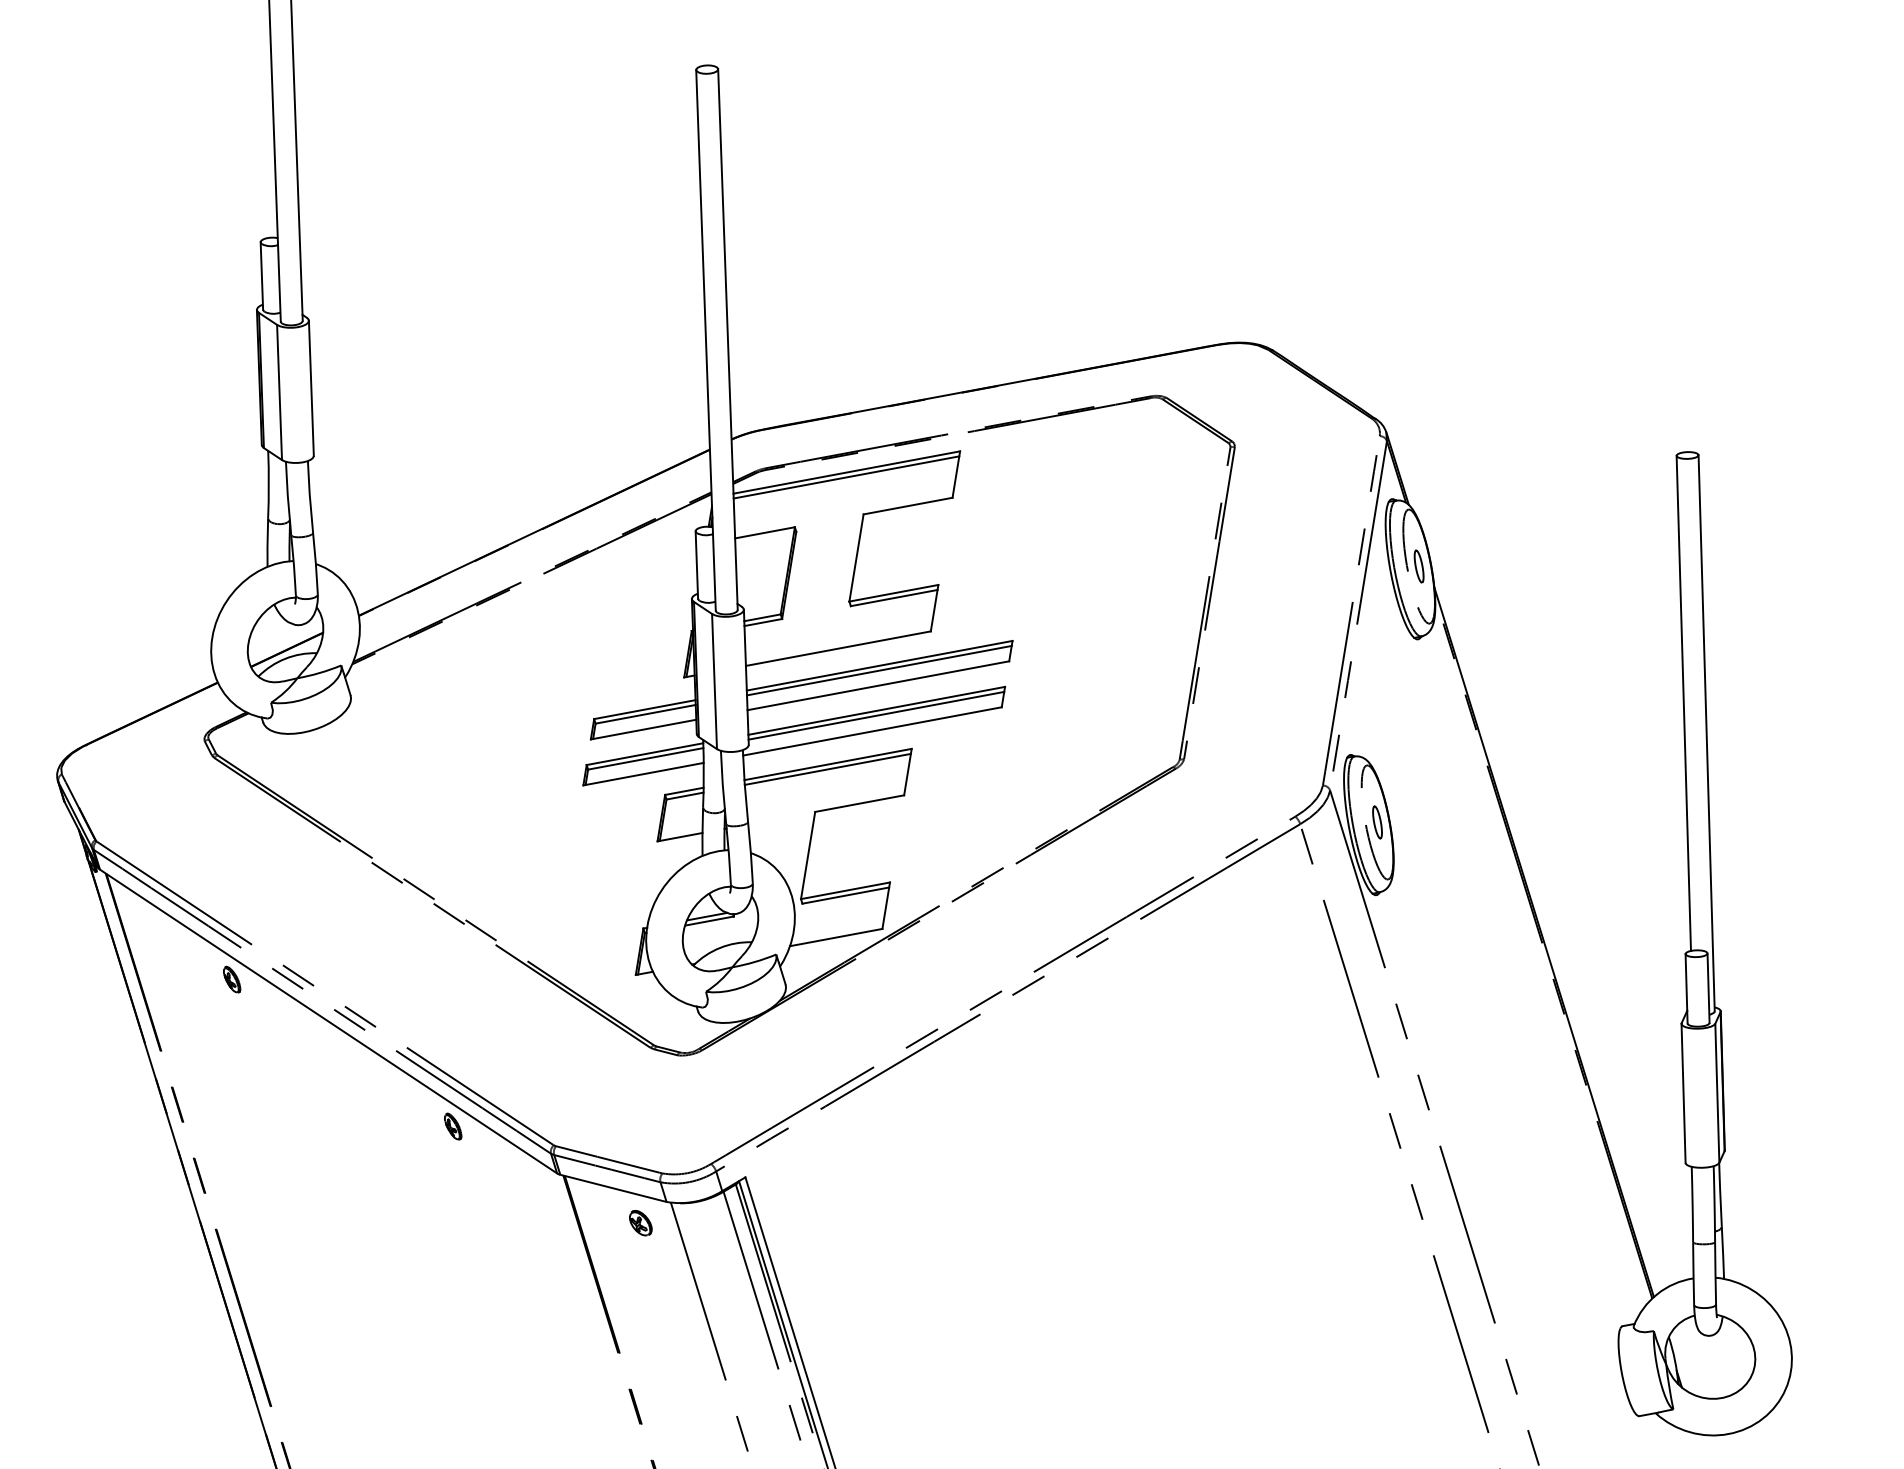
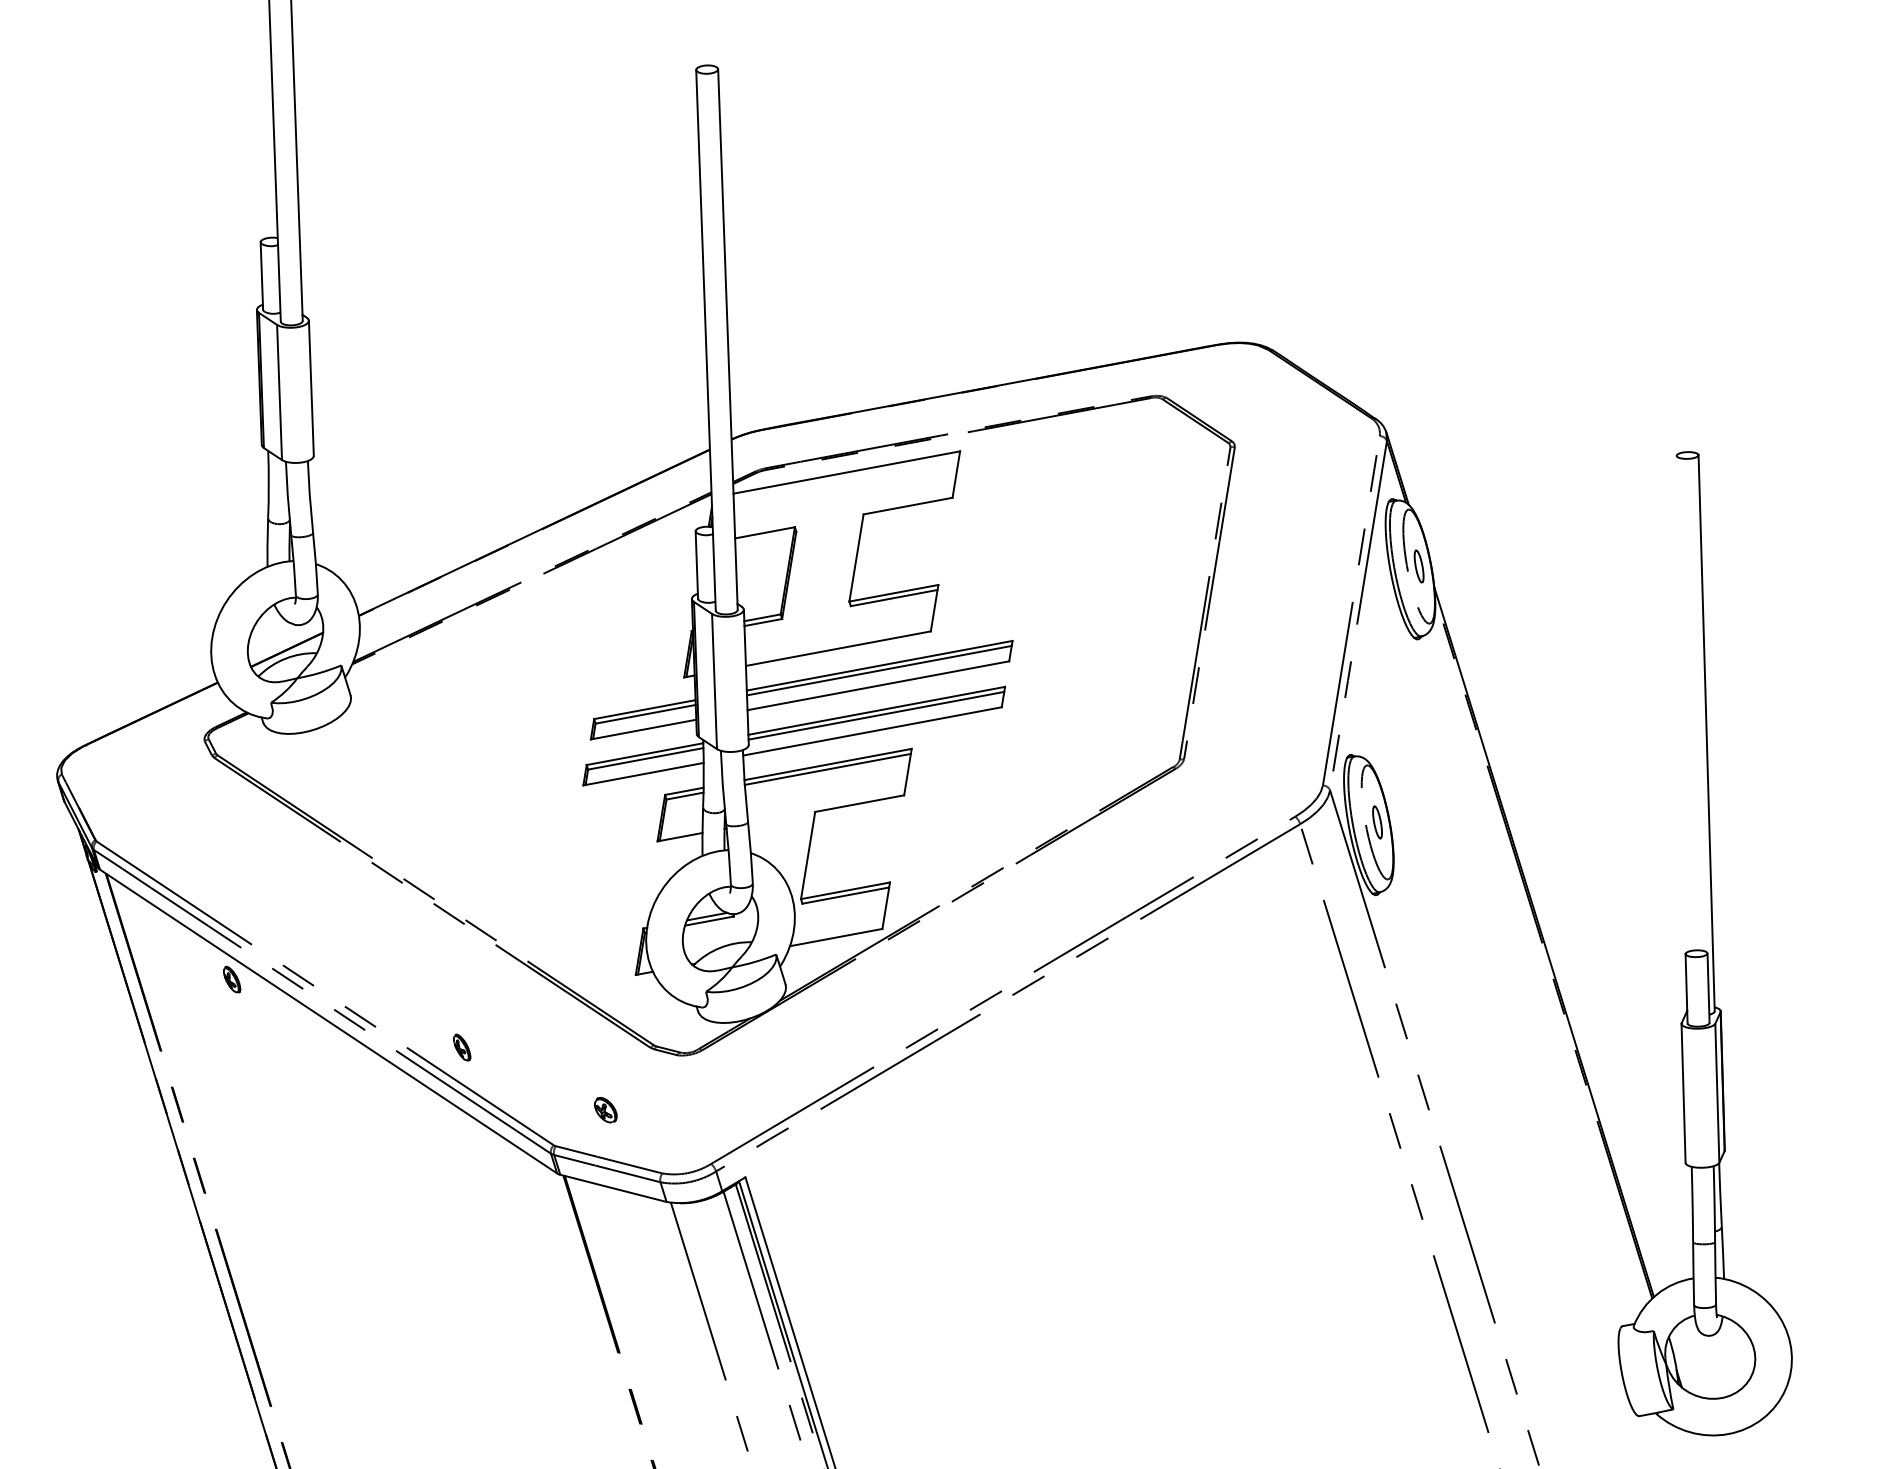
line at (846, 477): present -> none
line at (1683, 702): present -> none
part at (453, 1126) position: (453, 1126) -> (462, 1047)
part at (640, 1223) position: (640, 1223) -> (605, 1110)
